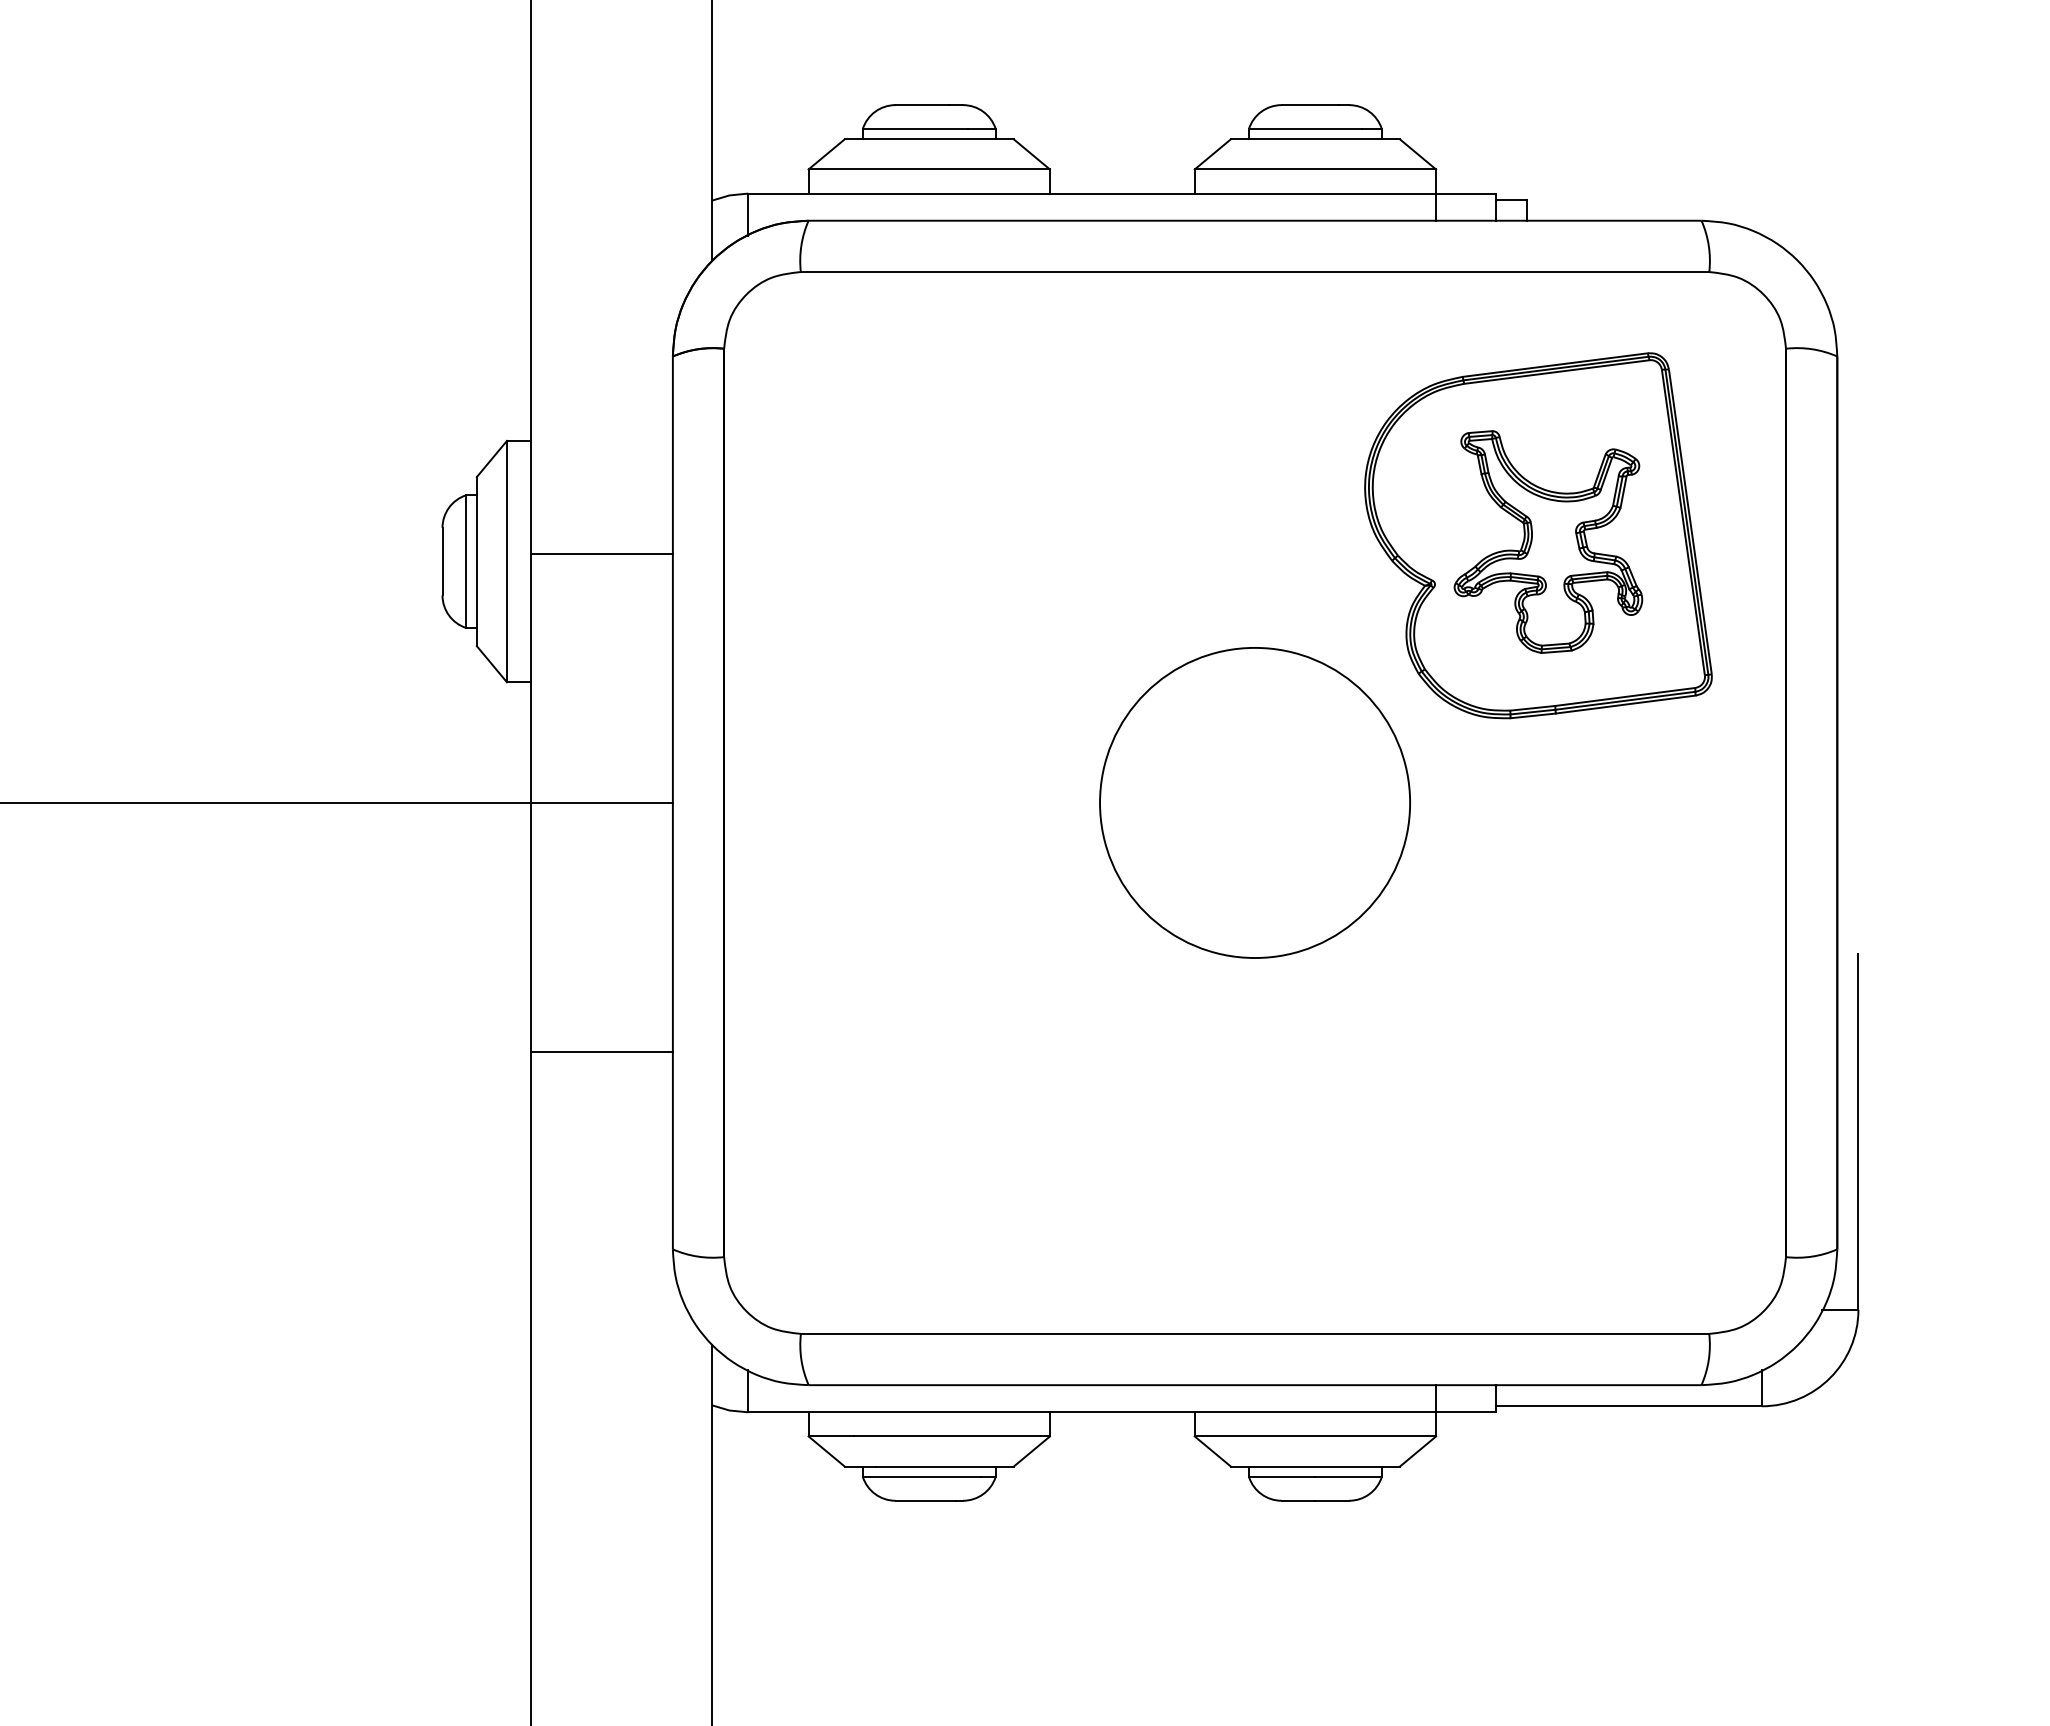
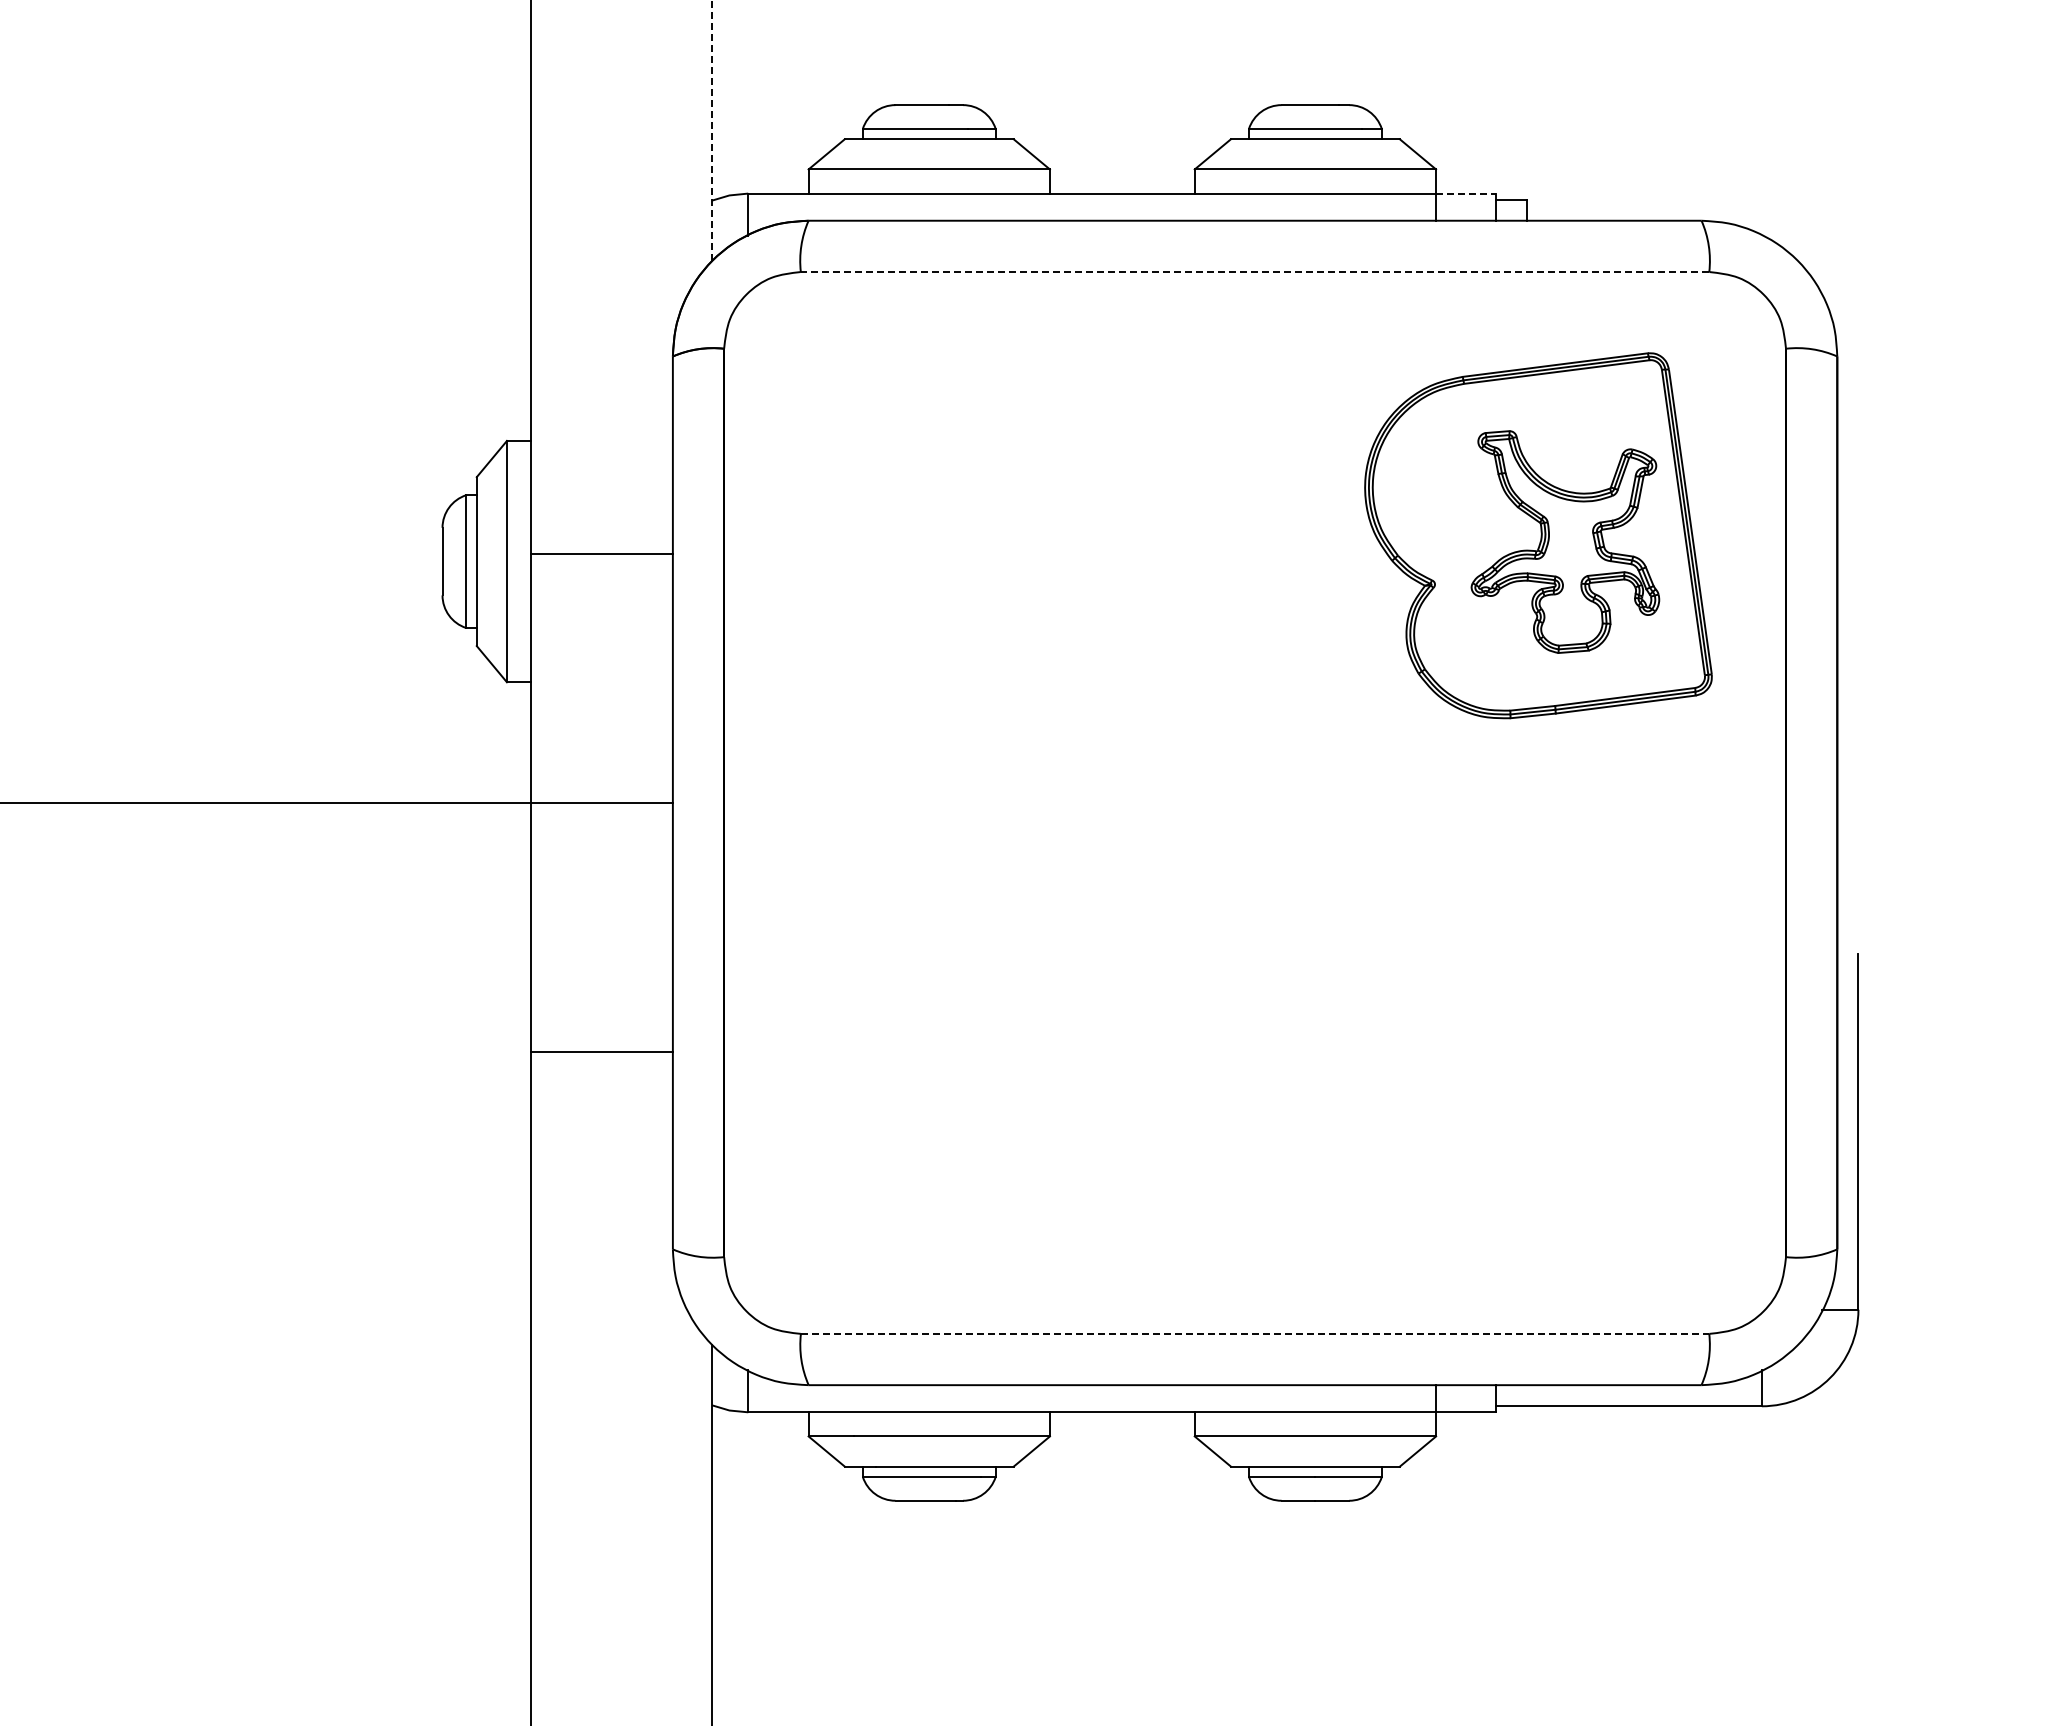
line at (712, 131): solid -> dashed
line at (1466, 193): solid -> dashed
line at (1254, 272): solid -> dashed
part at (1548, 541) position: (1548, 541) -> (1565, 541)
circle at (1254, 802): present -> none
line at (1255, 1333): solid -> dashed
